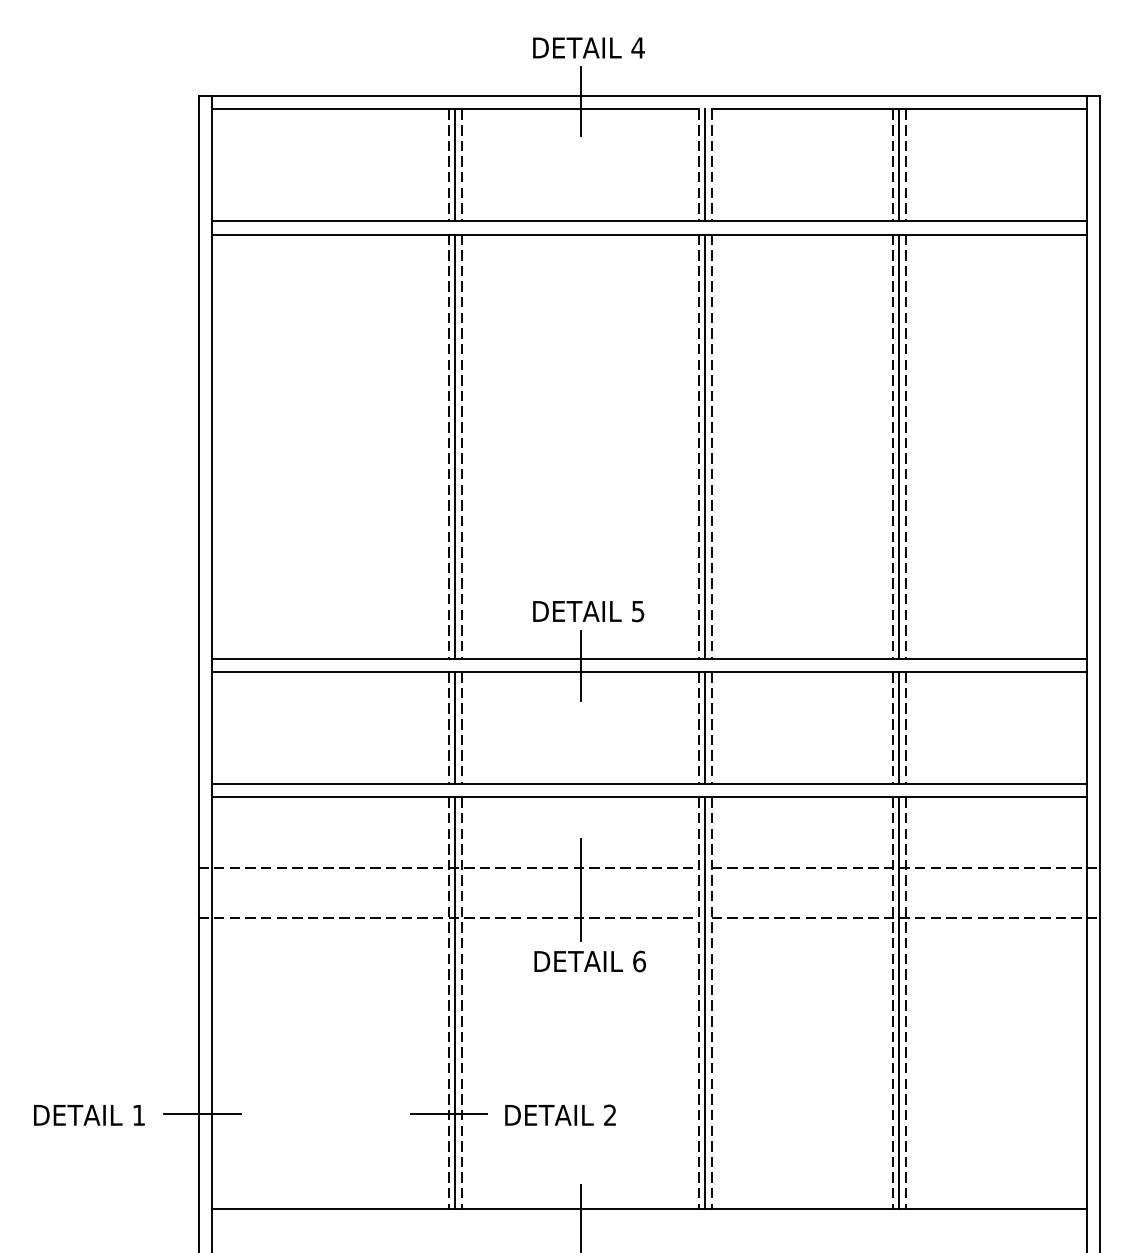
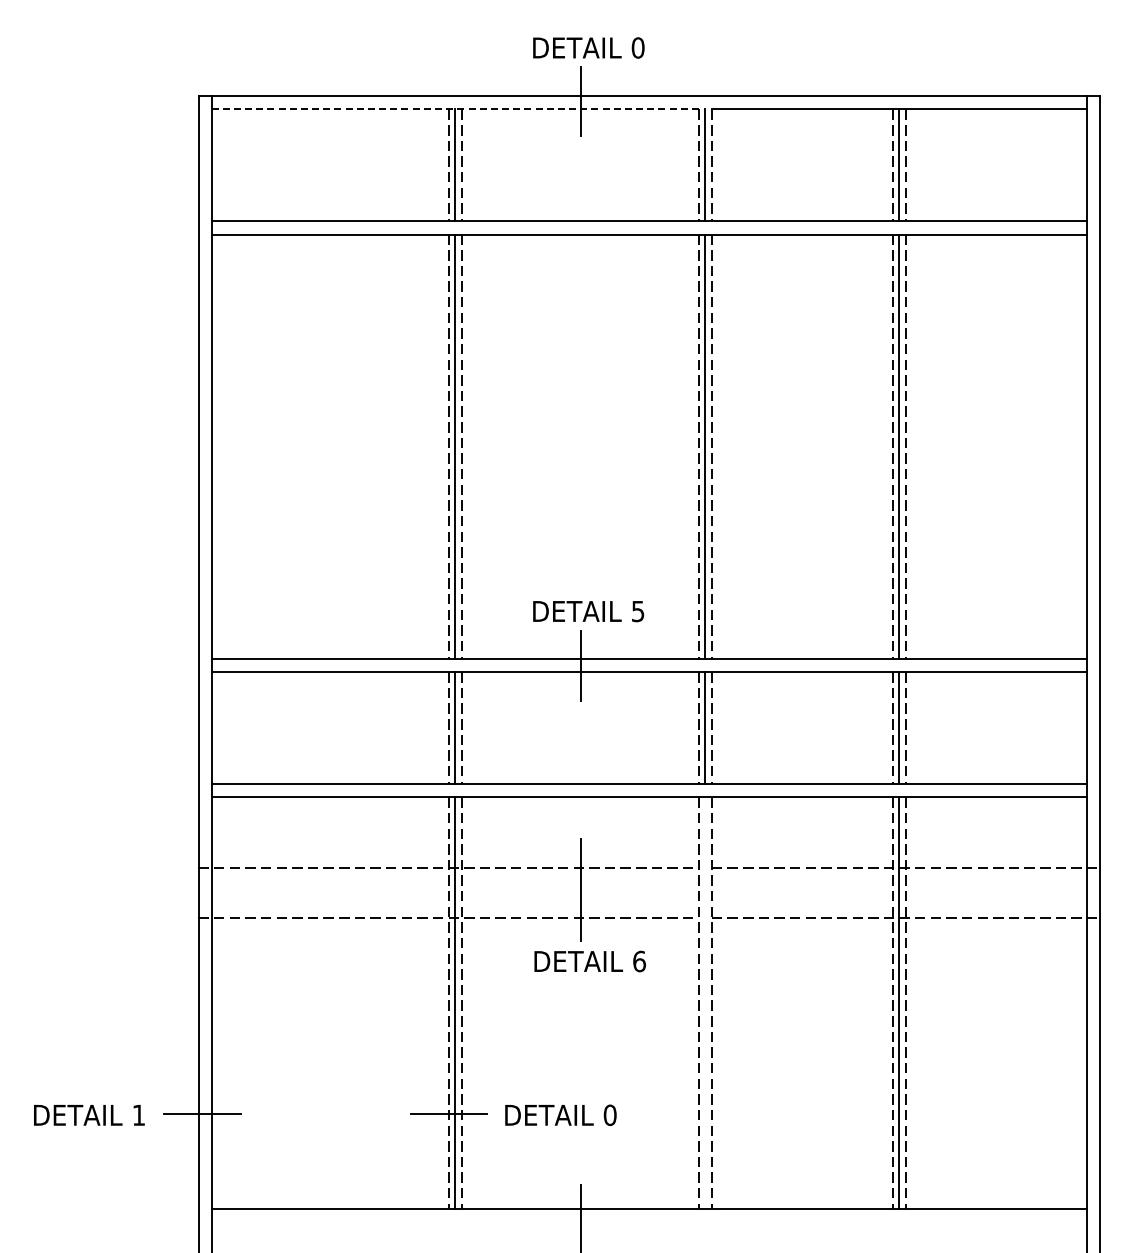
text at (637, 47): 4 -> 0
line at (455, 109): solid -> dashed
line at (705, 1002): present -> none
text at (609, 1115): 2 -> 0
